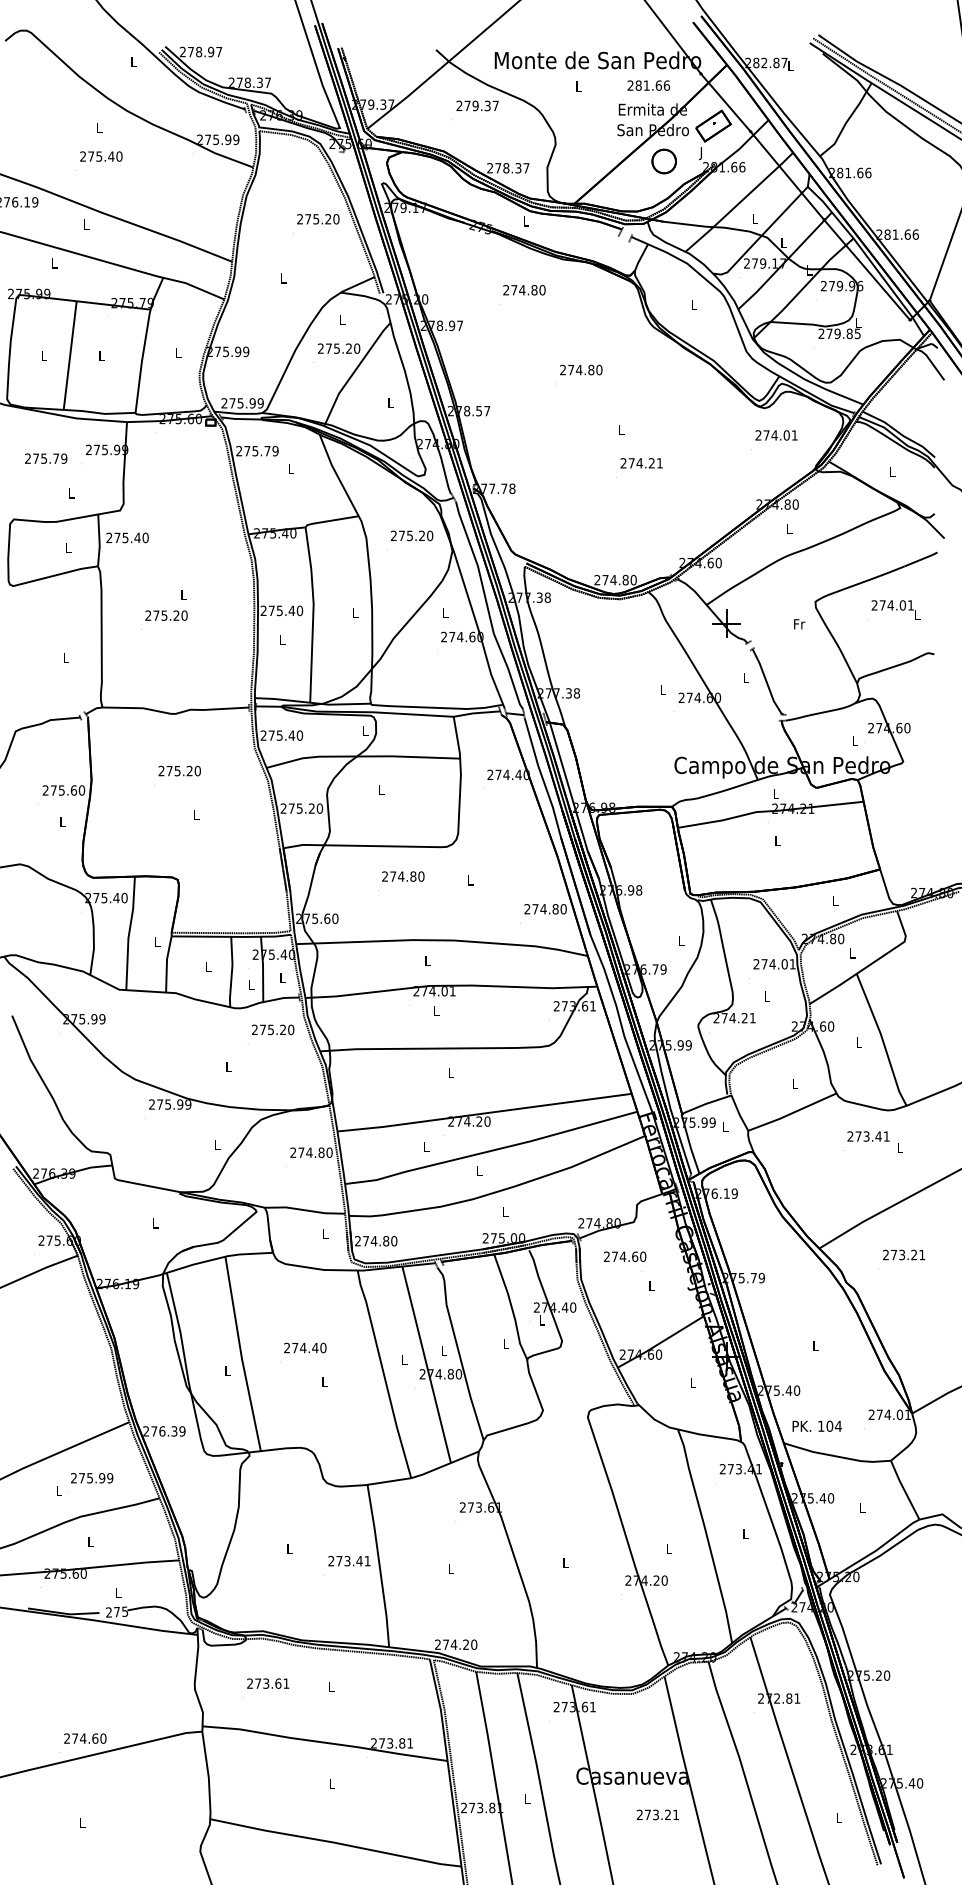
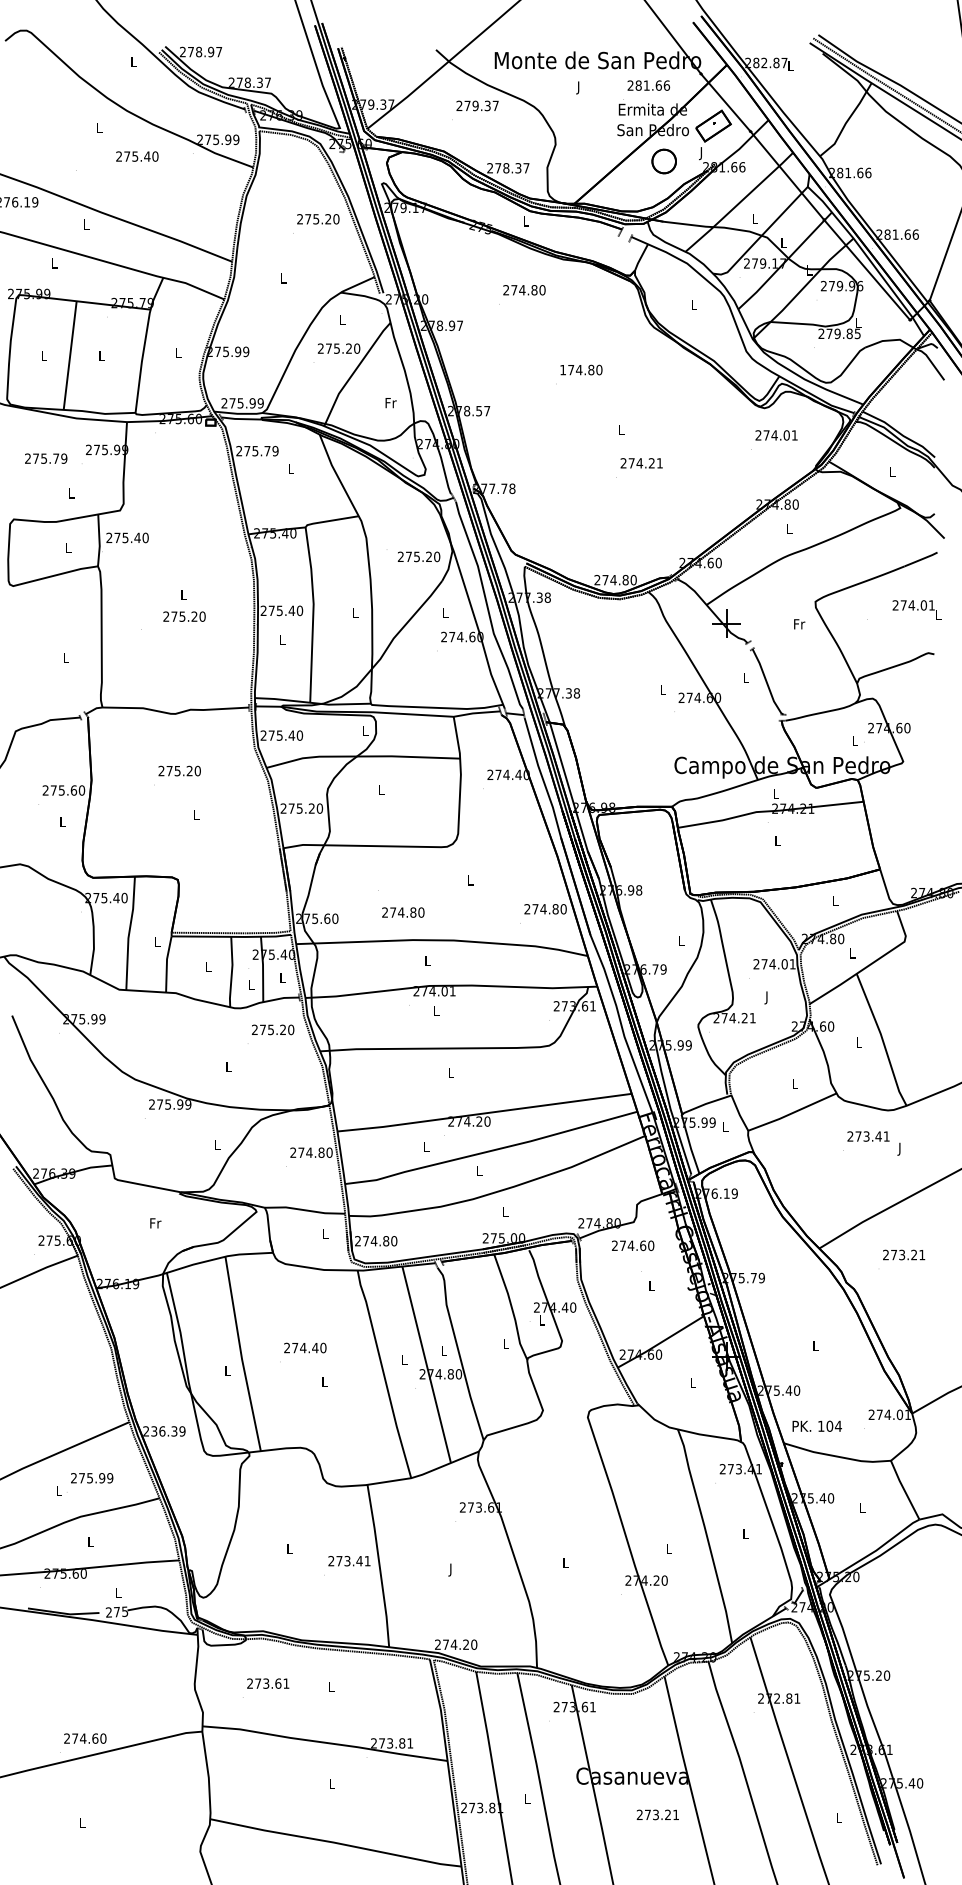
text at (578, 87): L -> J
text at (101, 156) position: (101, 156) -> (137, 156)
text at (562, 369): 274.80 -> 174.80
text at (390, 403): L -> Fr
text at (411, 535) position: (411, 535) -> (418, 556)
text at (895, 609) position: (895, 609) -> (916, 609)
text at (166, 615) position: (166, 615) -> (184, 616)
text at (403, 876) position: (403, 876) -> (403, 912)
text at (766, 997): L -> J
text at (899, 1148): L -> J
text at (155, 1223): L -> Fr
text at (625, 1256) position: (625, 1256) -> (633, 1245)
text at (154, 1431): 276.39 -> 236.39
text at (450, 1569): L -> J
